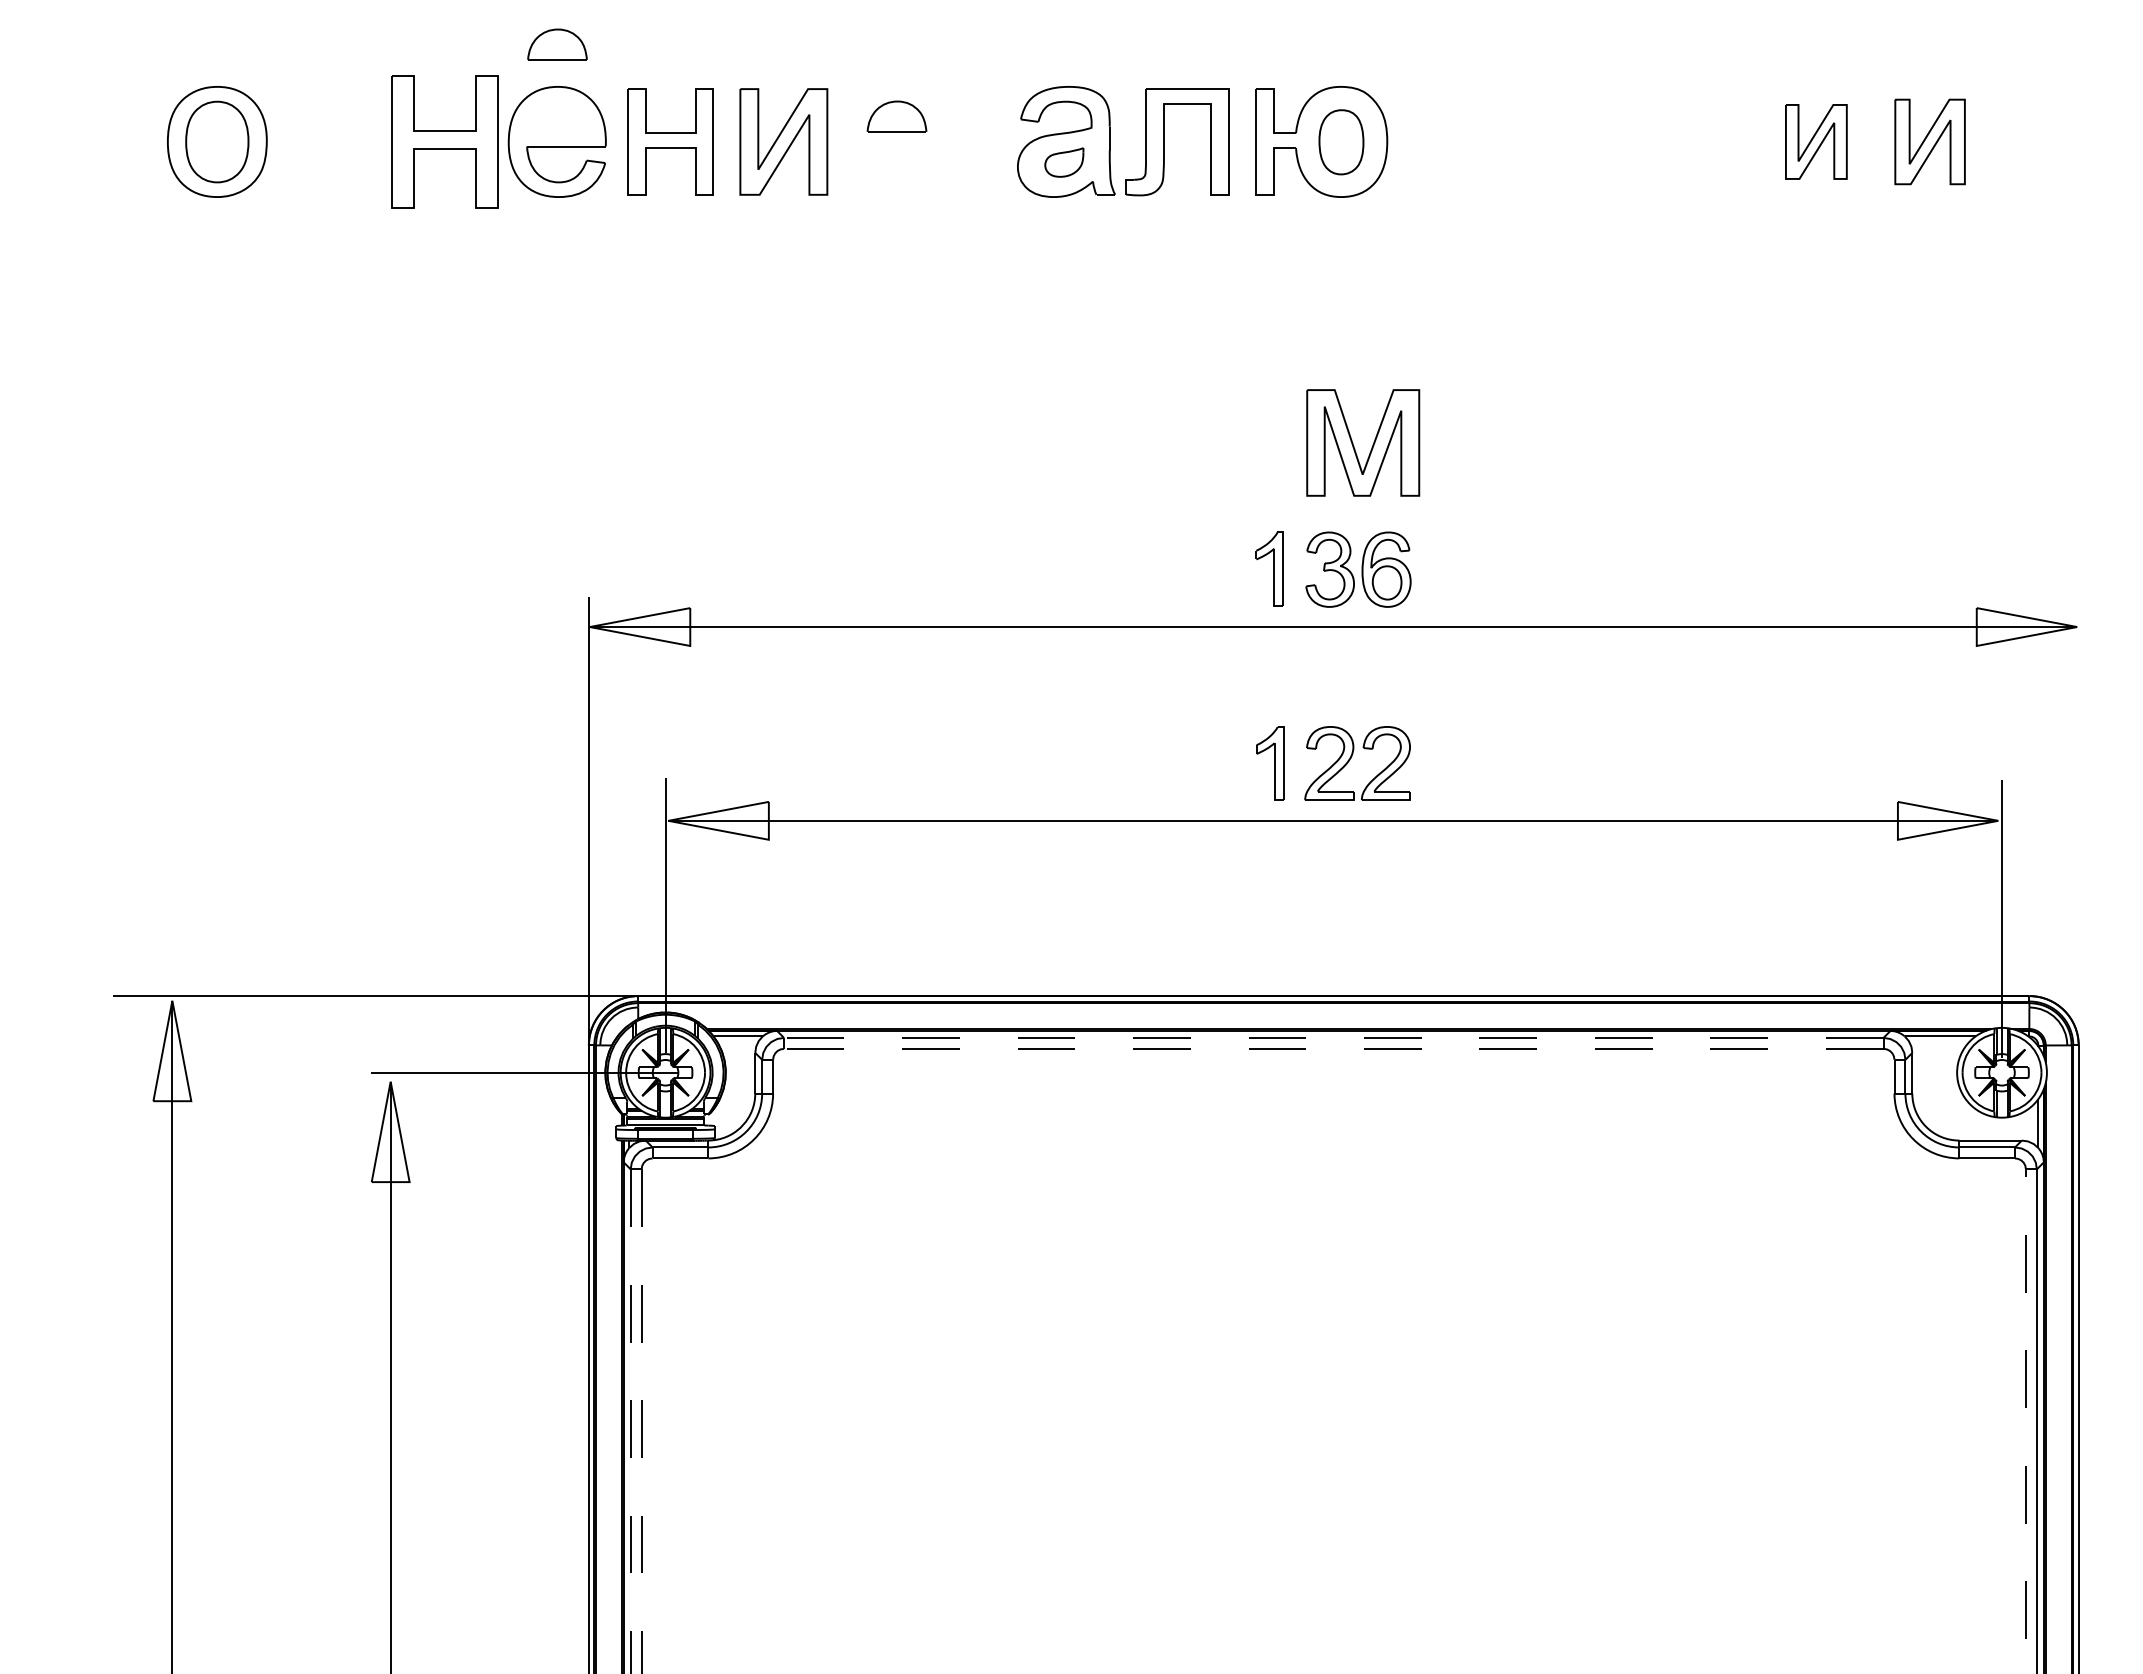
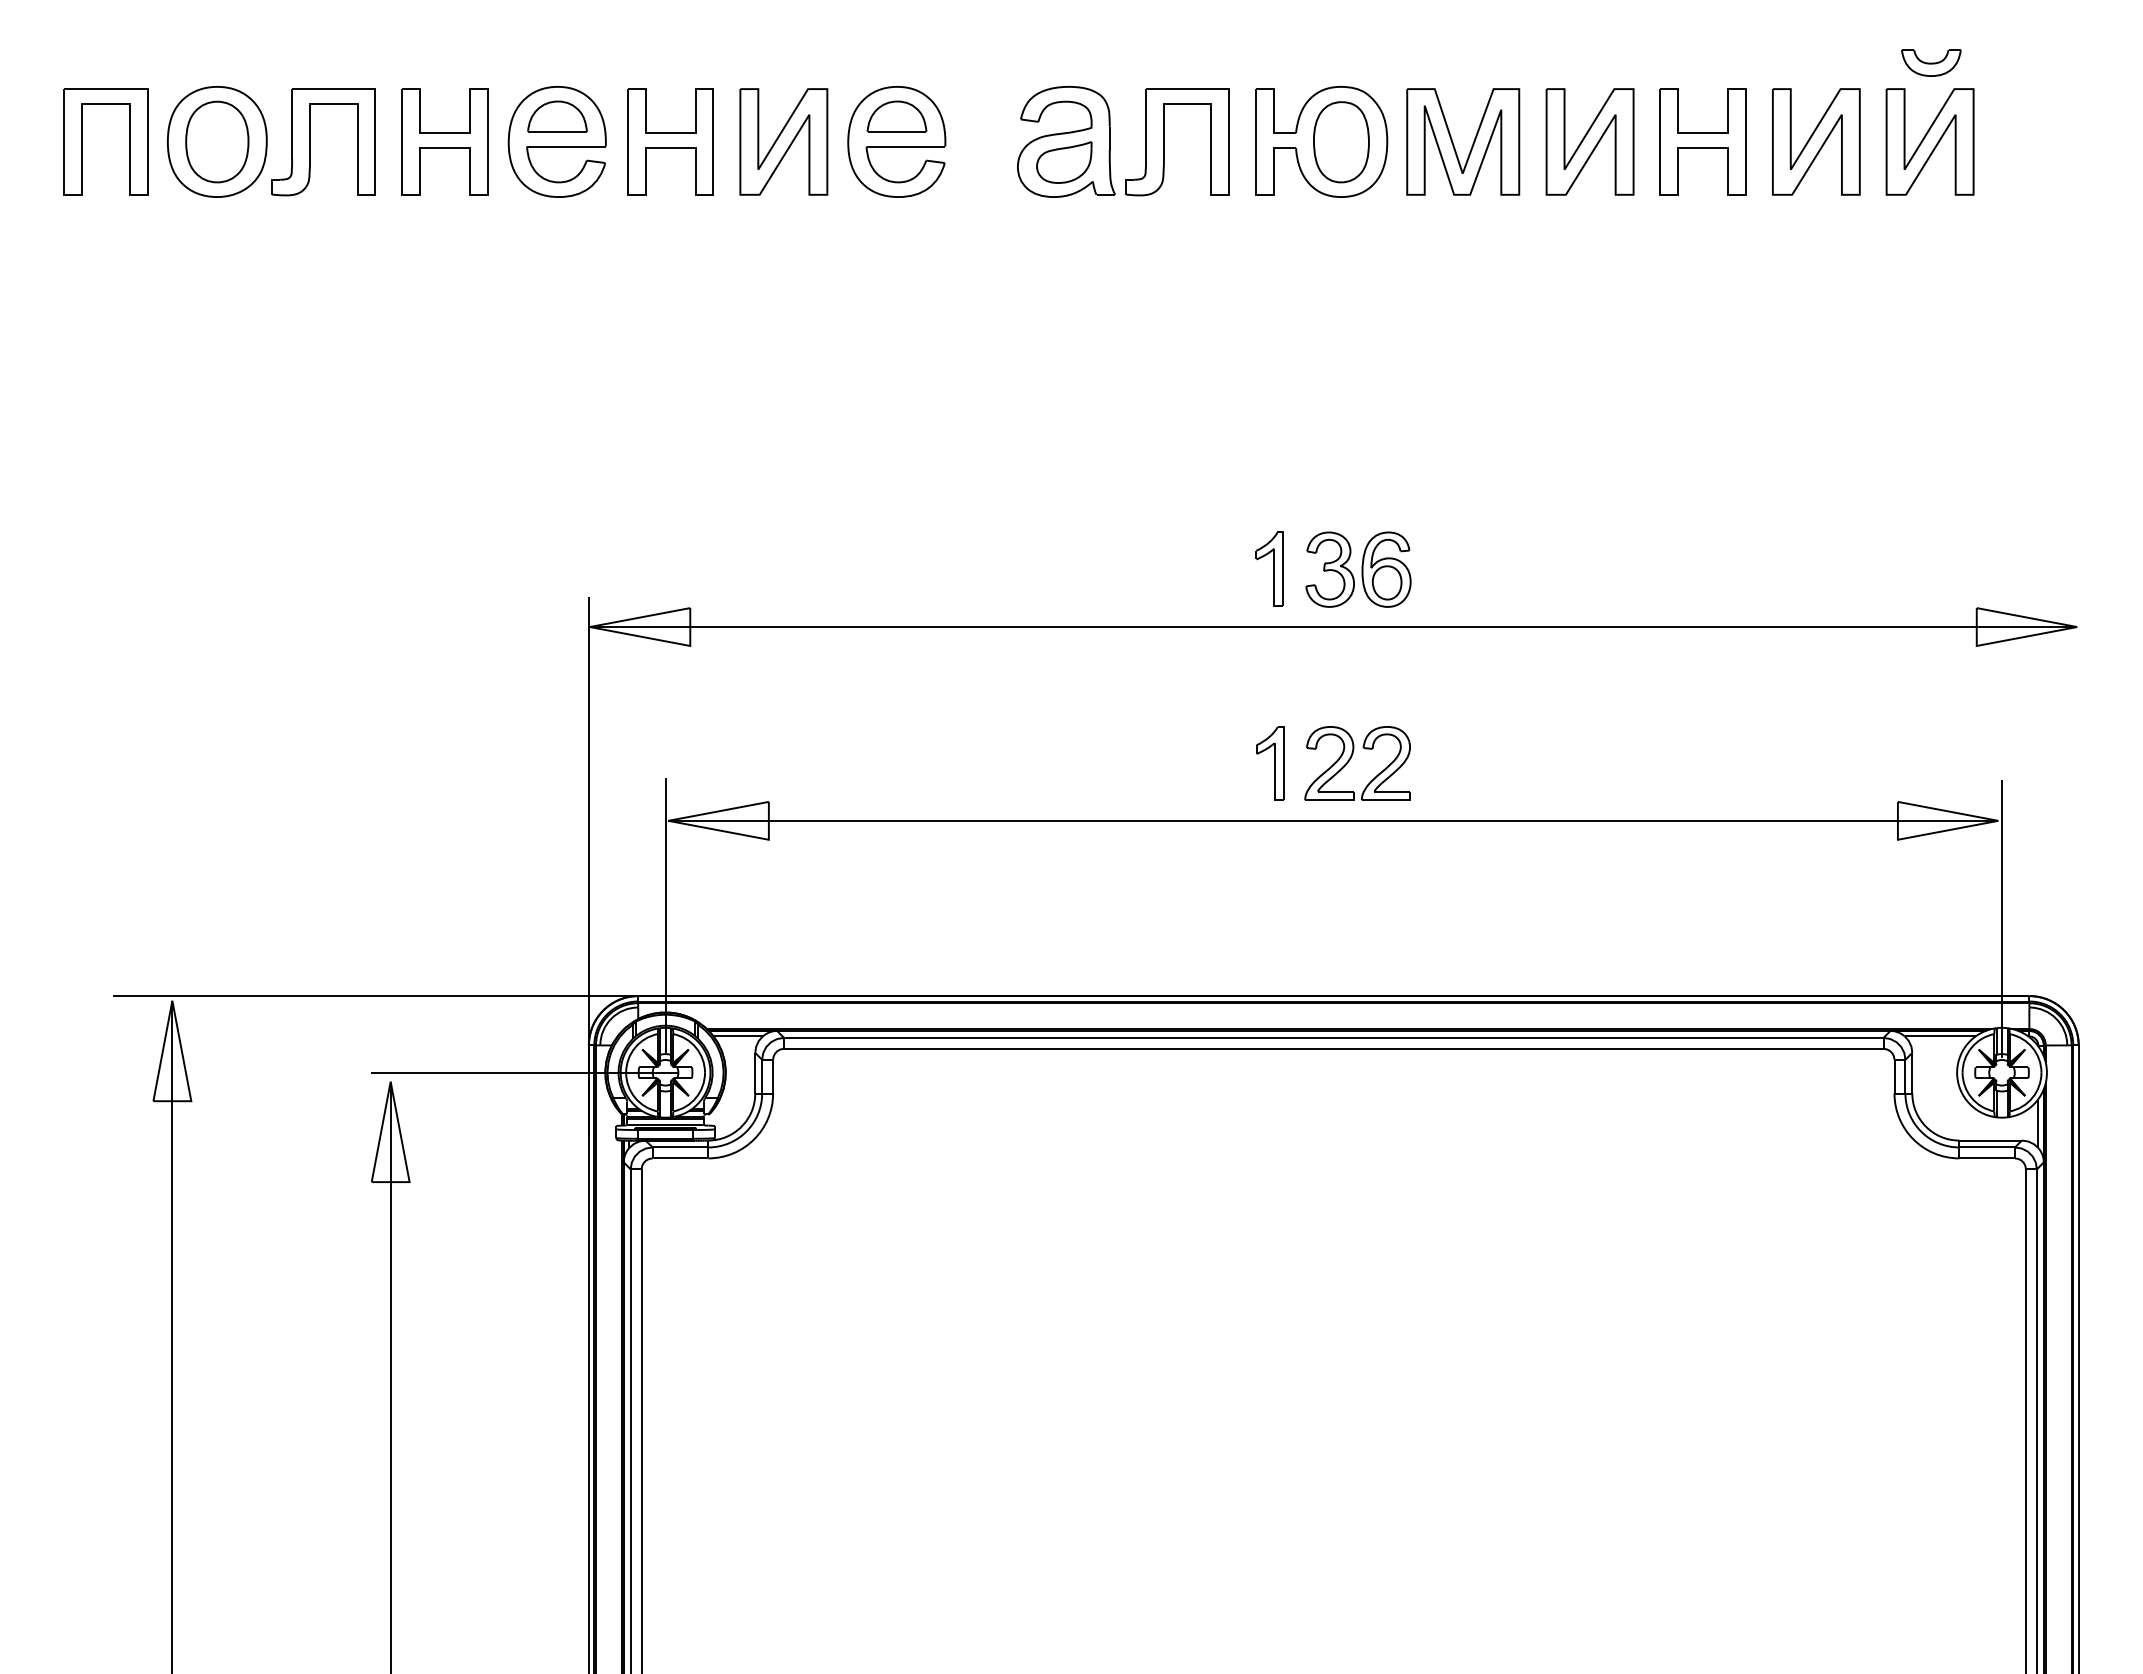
part at (557, 44) position: (557, 44) -> (557, 116)
part at (1931, 62): none -> present
part at (82, 141): none -> present
part at (444, 141) size: 108x134 px -> 88x108 px
part at (896, 141): none -> present
part at (1589, 141): none -> present
part at (1702, 141): none -> present
part at (1816, 141) size: 63x76 px -> 89x108 px
part at (1929, 141) size: 72x88 px -> 90x108 px
part at (310, 142): none -> present
part at (1341, 142) size: 47x67 px -> 57x83 px
part at (1064, 162) size: 41x31 px -> 57x43 px
part at (1372, 444) position: (1372, 444) -> (1472, 143)
line at (1333, 1037): dashed -> solid
line at (1333, 1048): dashed -> solid
line at (630, 1421): dashed -> solid
line at (641, 1421): dashed -> solid
line at (2025, 1421): dashed -> solid
